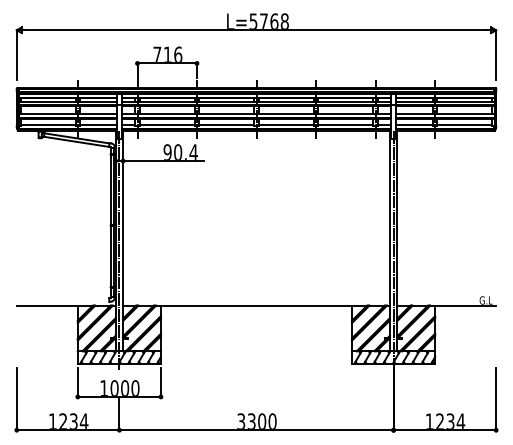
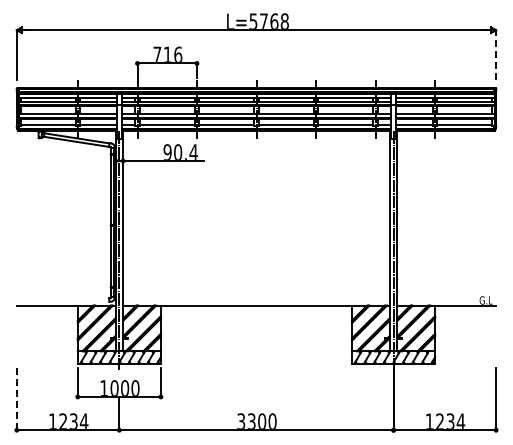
line at (496, 54): solid -> dashed
line at (16, 399): solid -> dashed
